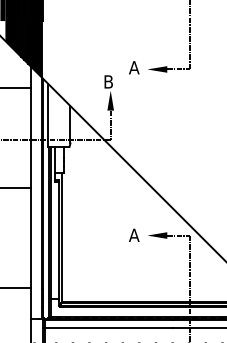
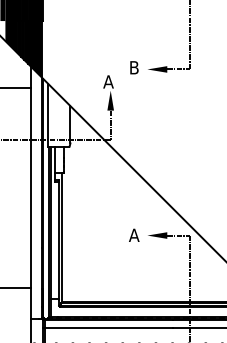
text at (134, 67): A -> B
text at (108, 81): B -> A
line at (16, 188): present -> none
